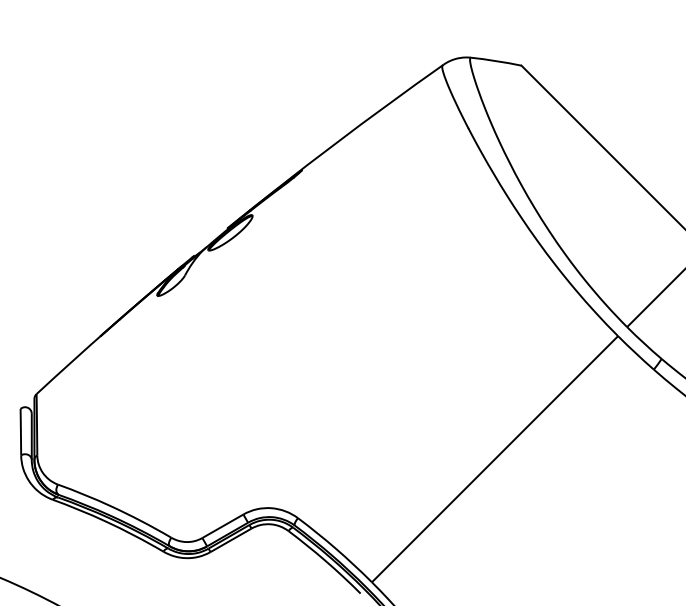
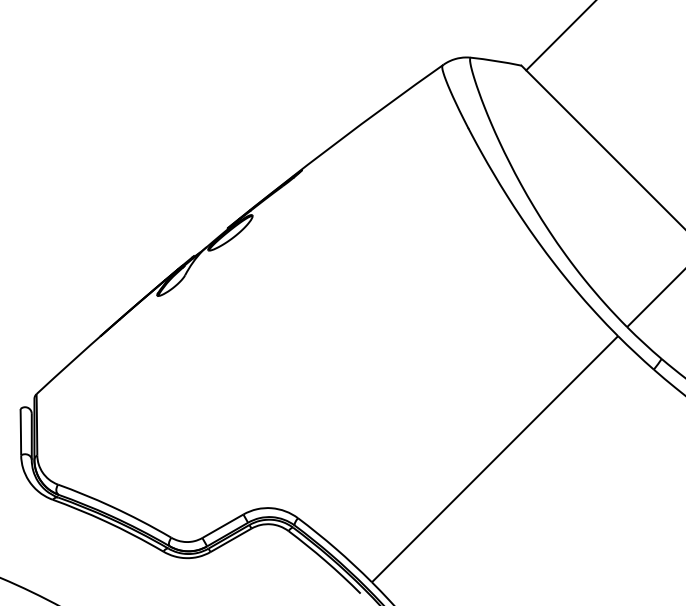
line at (560, 36): none -> present
